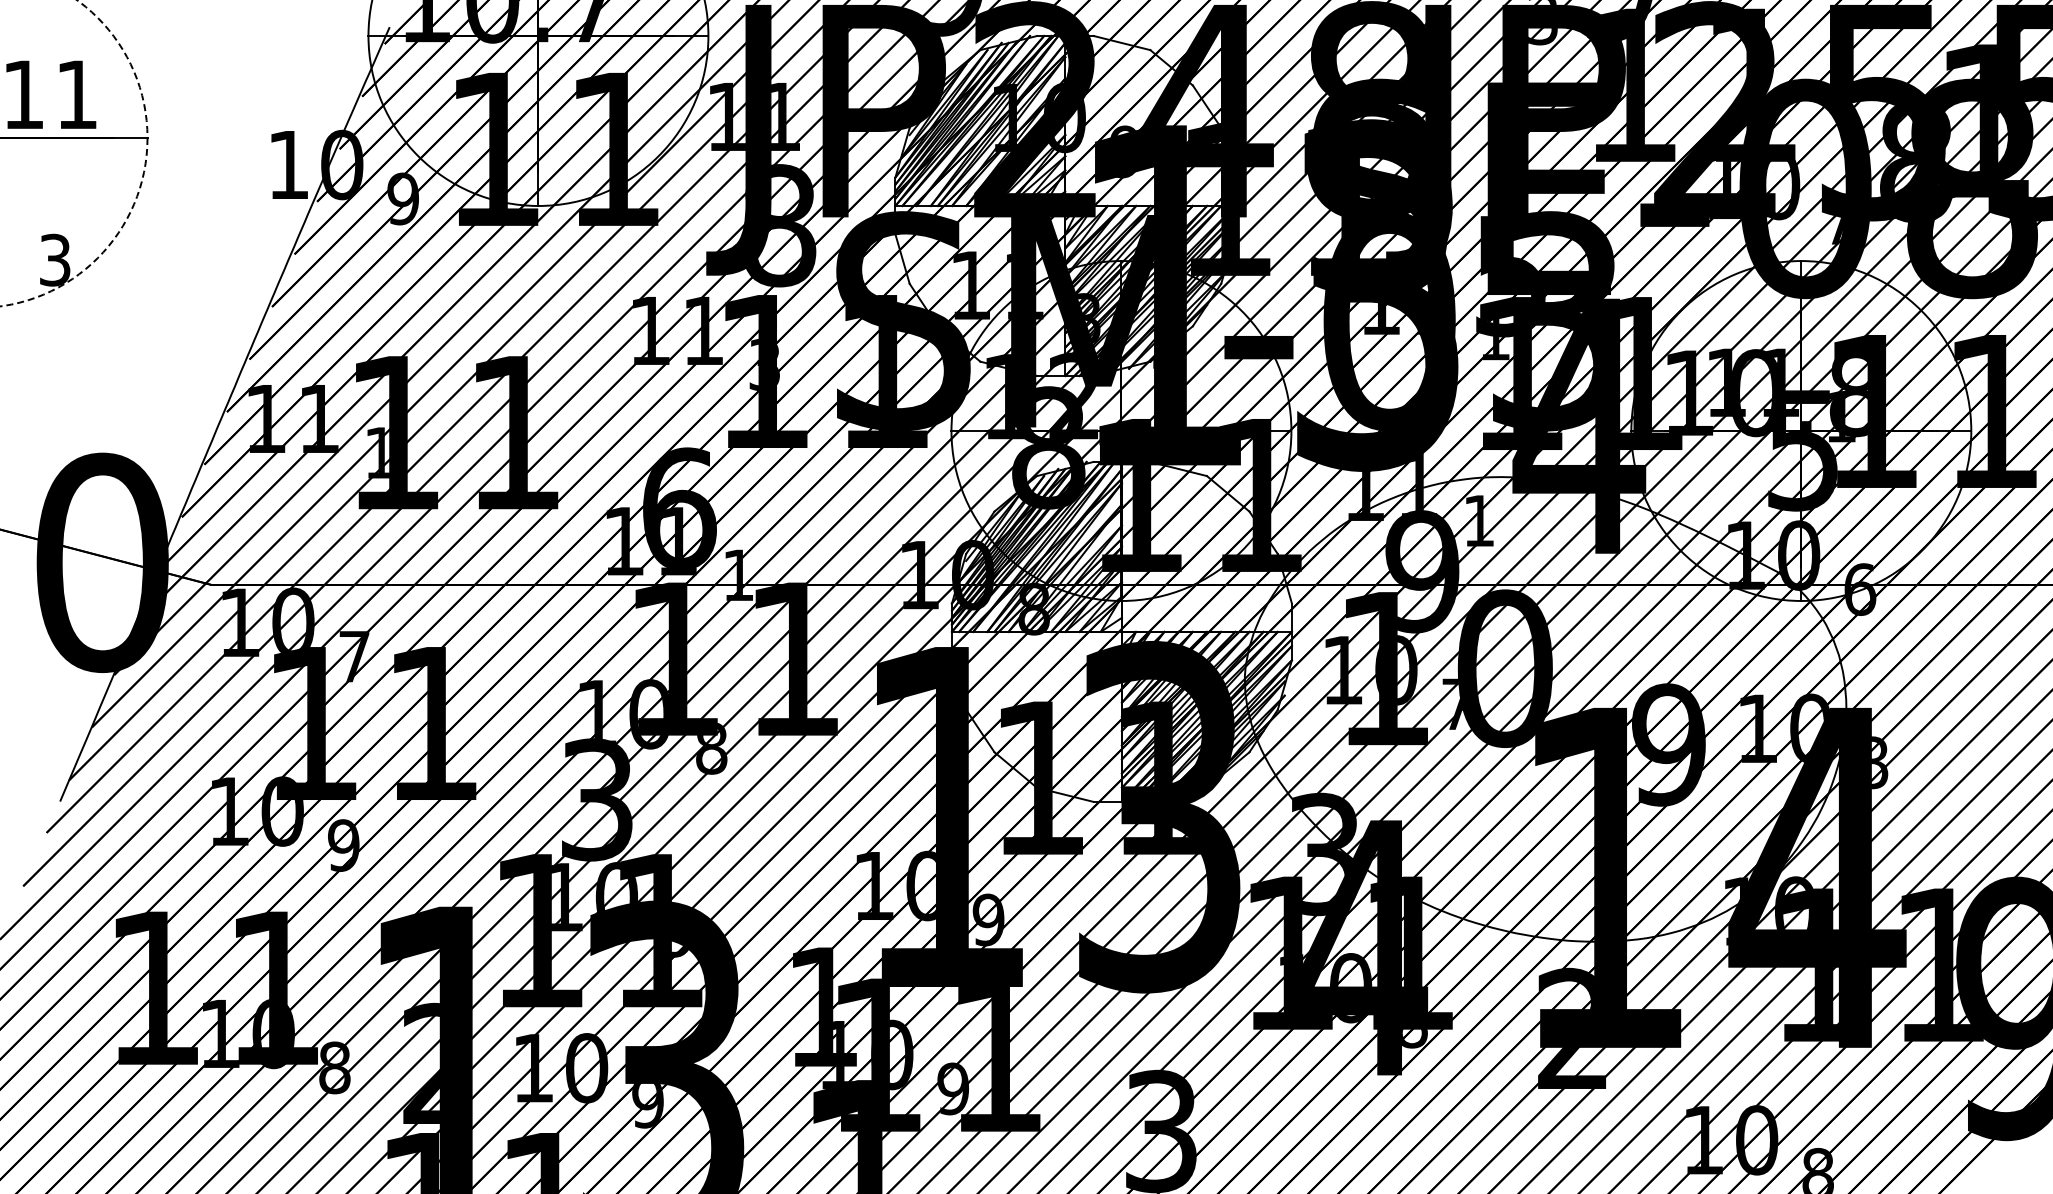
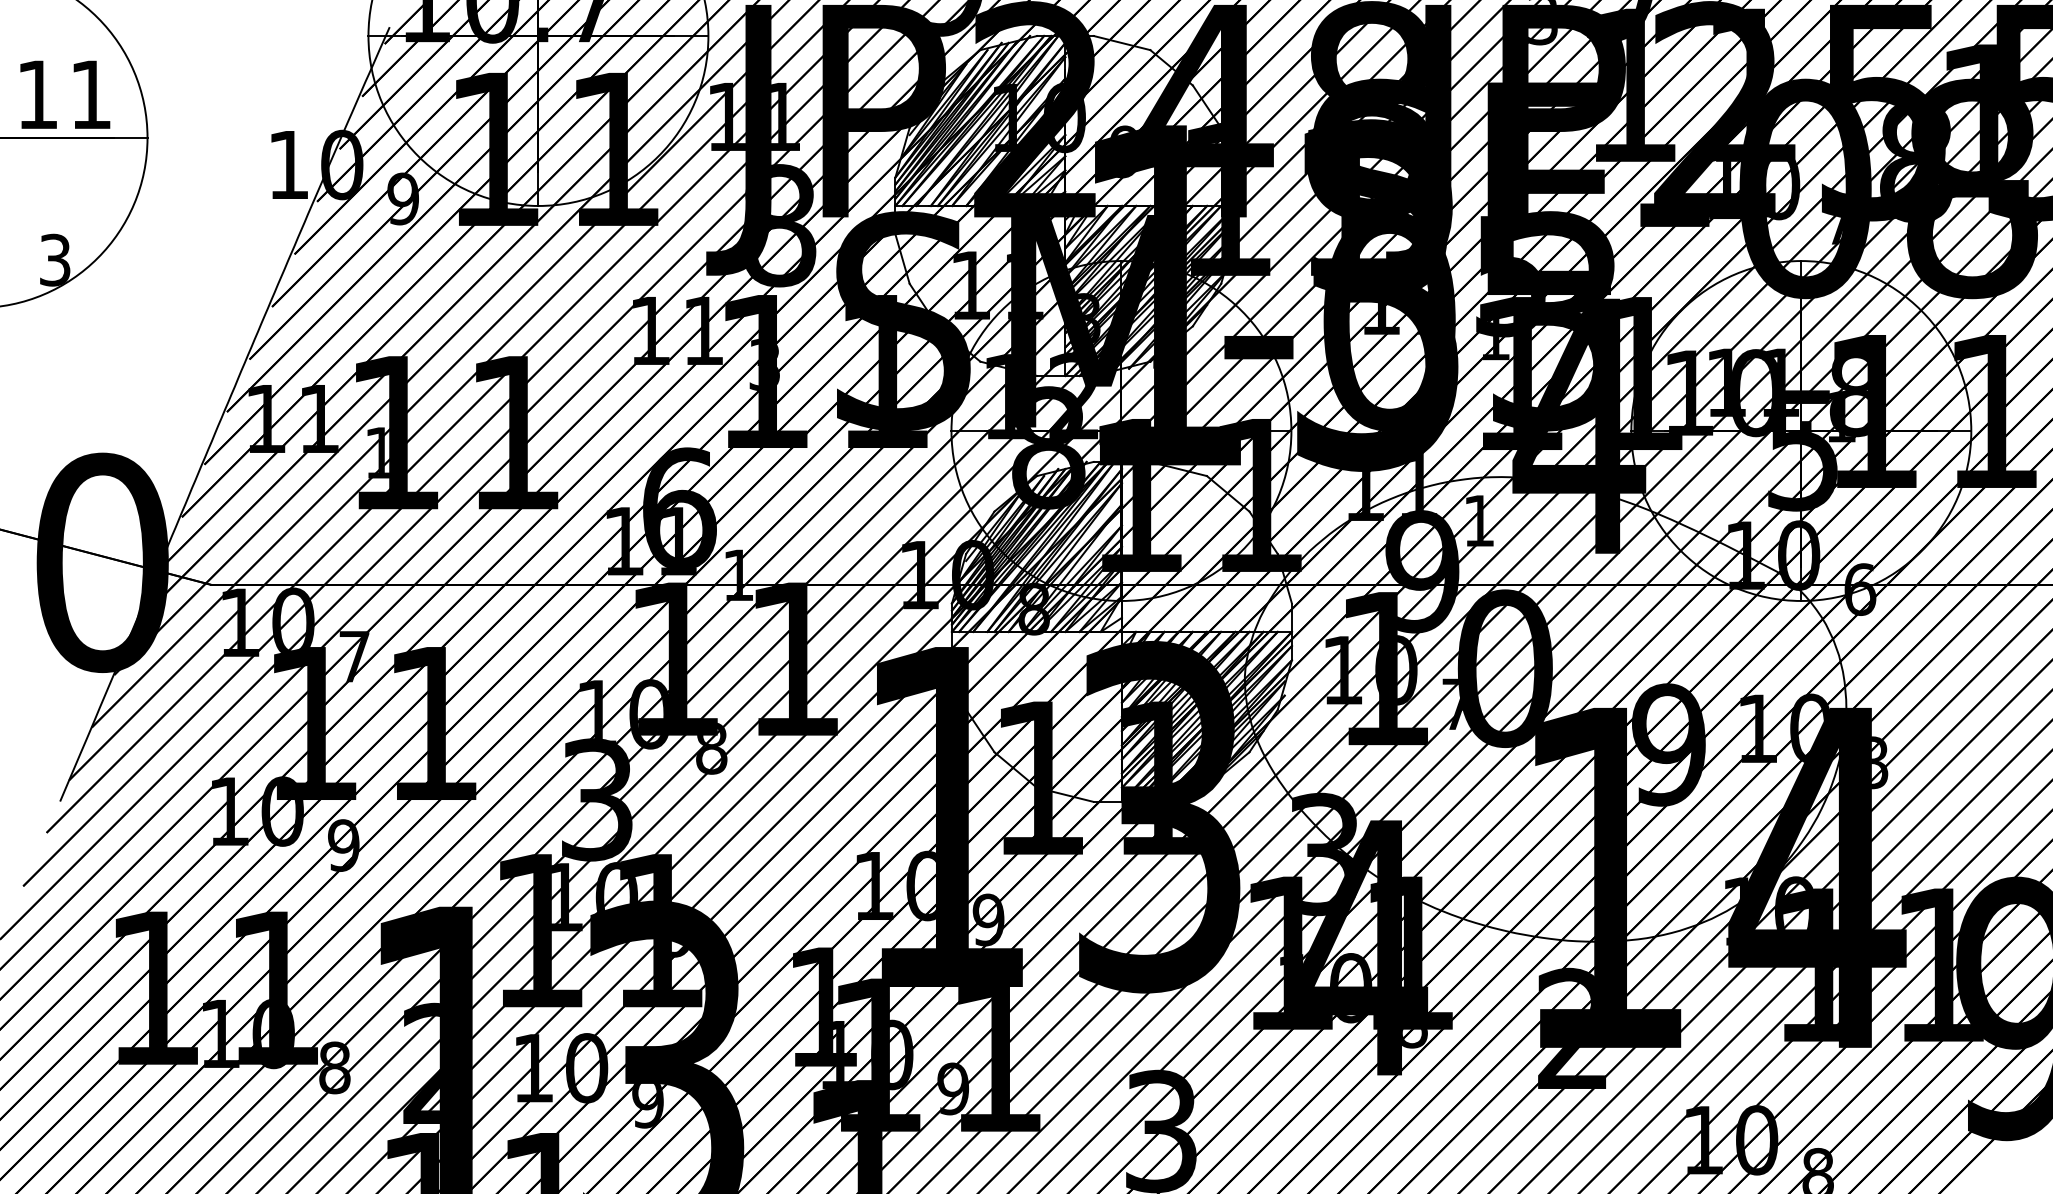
text at (51, 94) position: (51, 94) -> (65, 94)
circle at (73, 153): dashed -> solid
